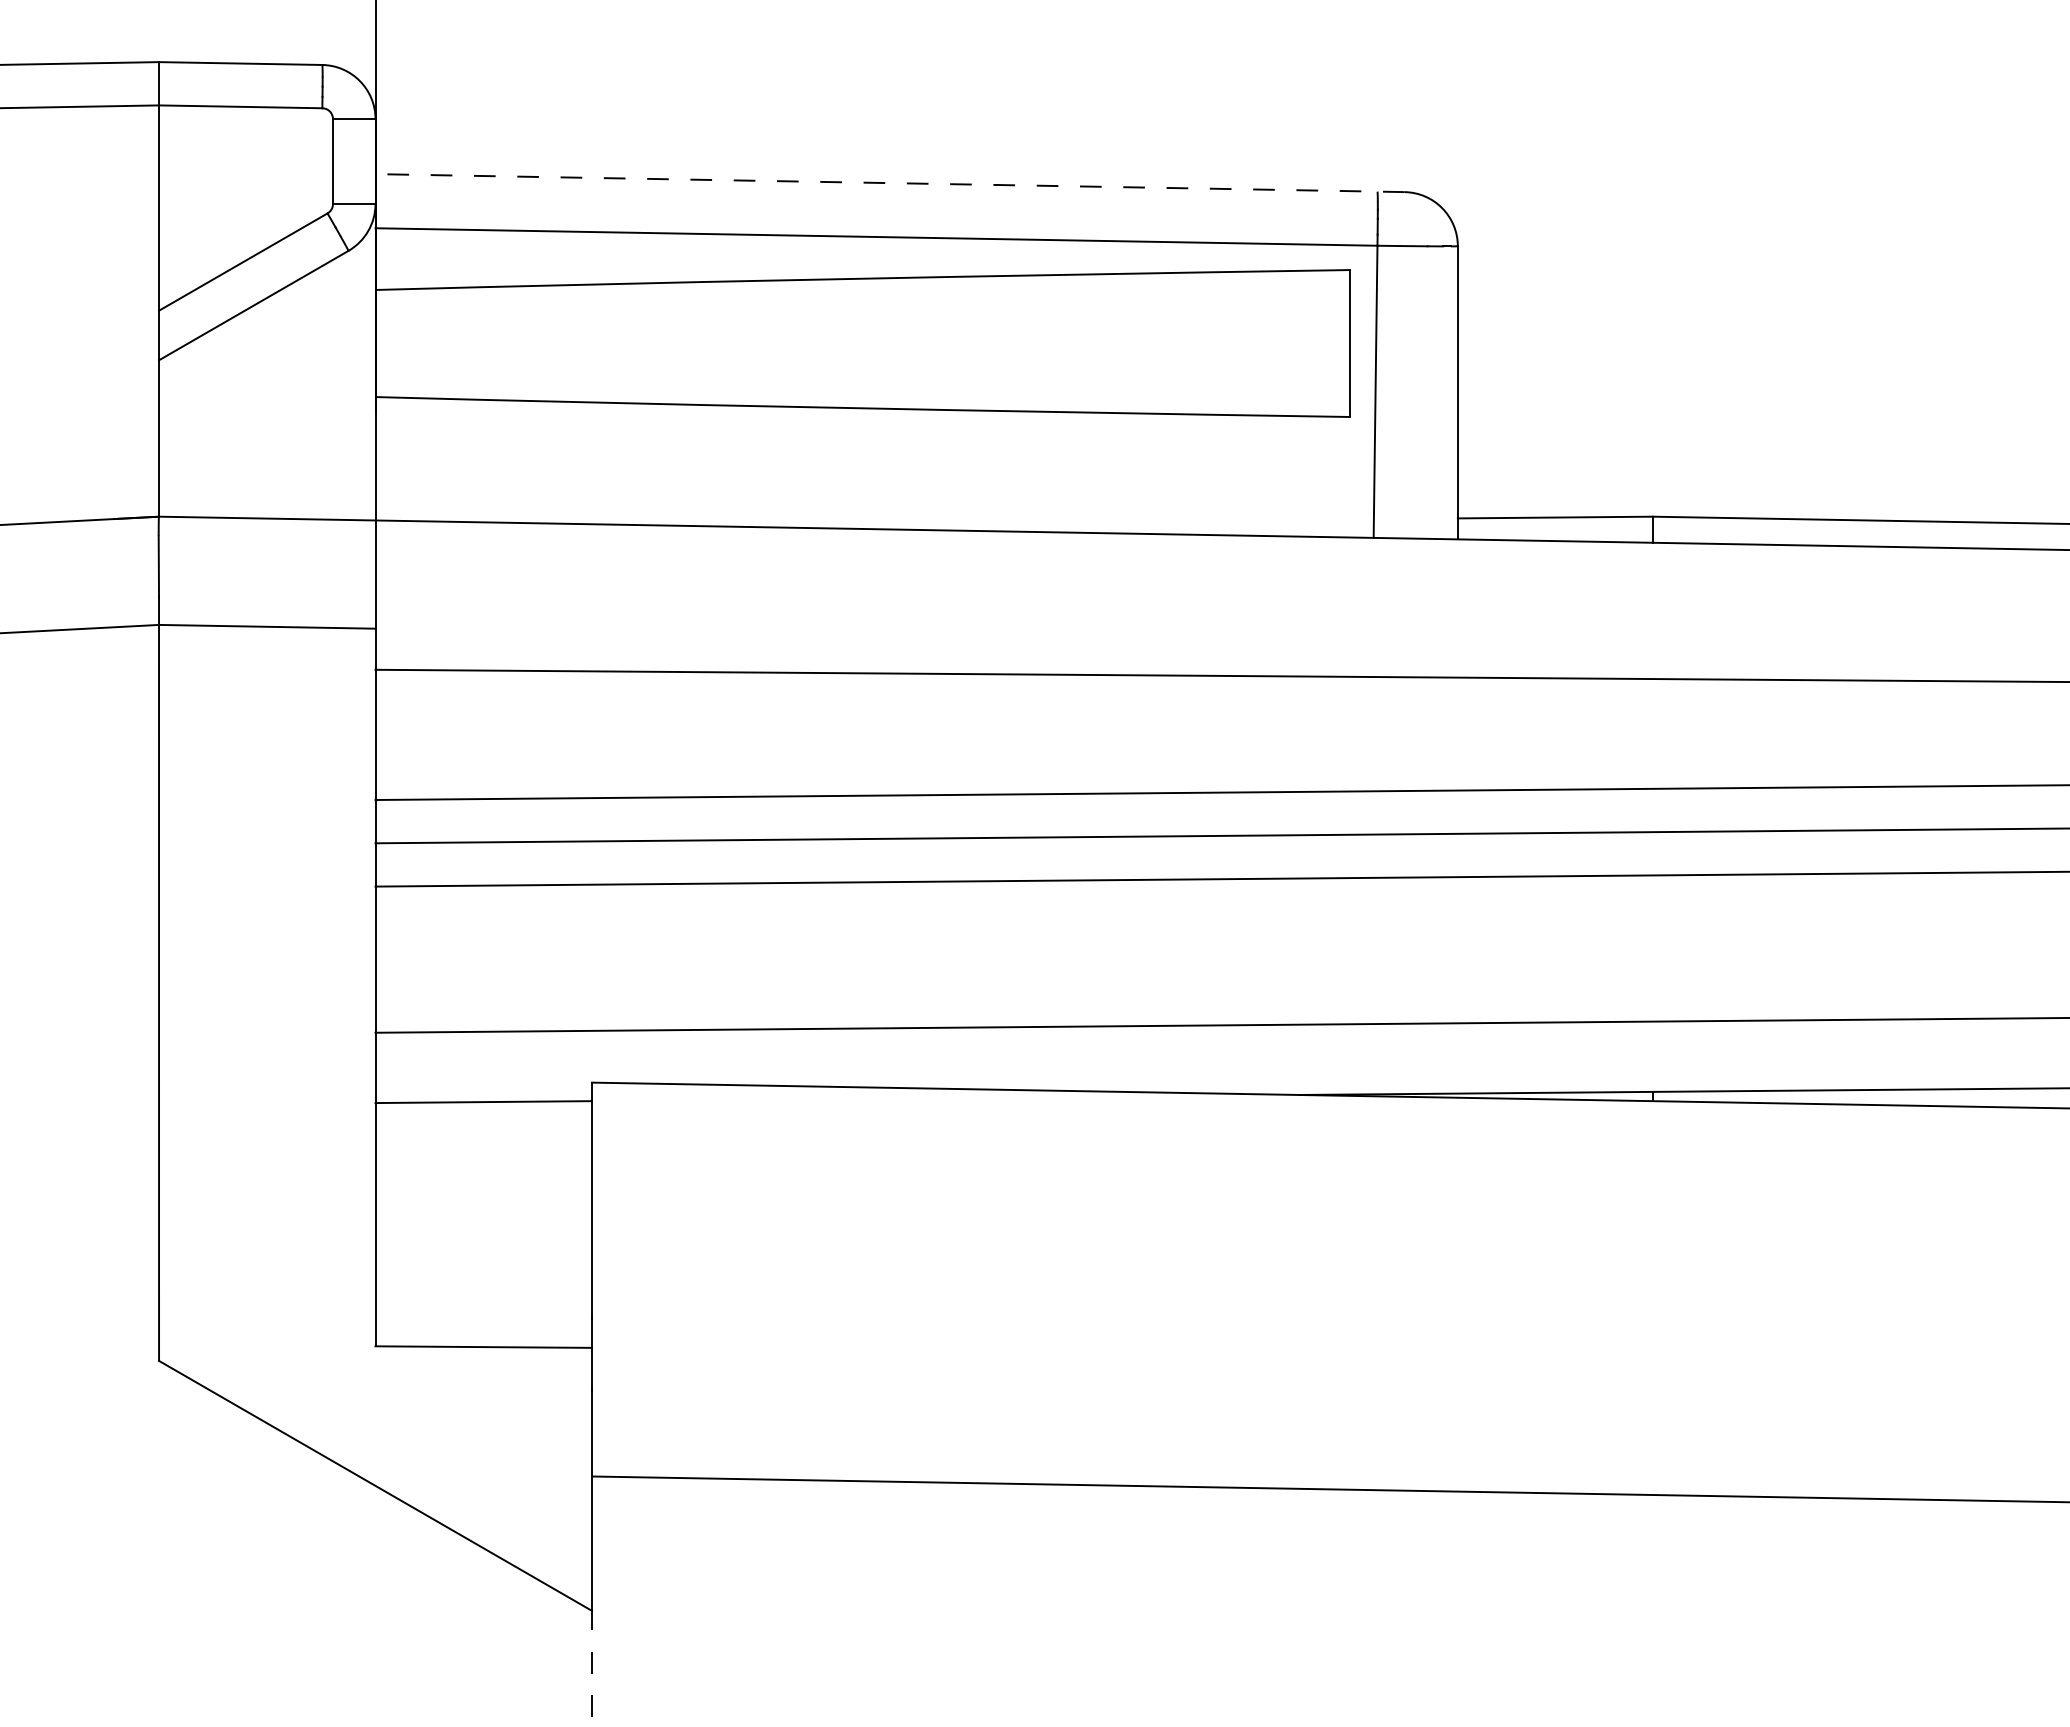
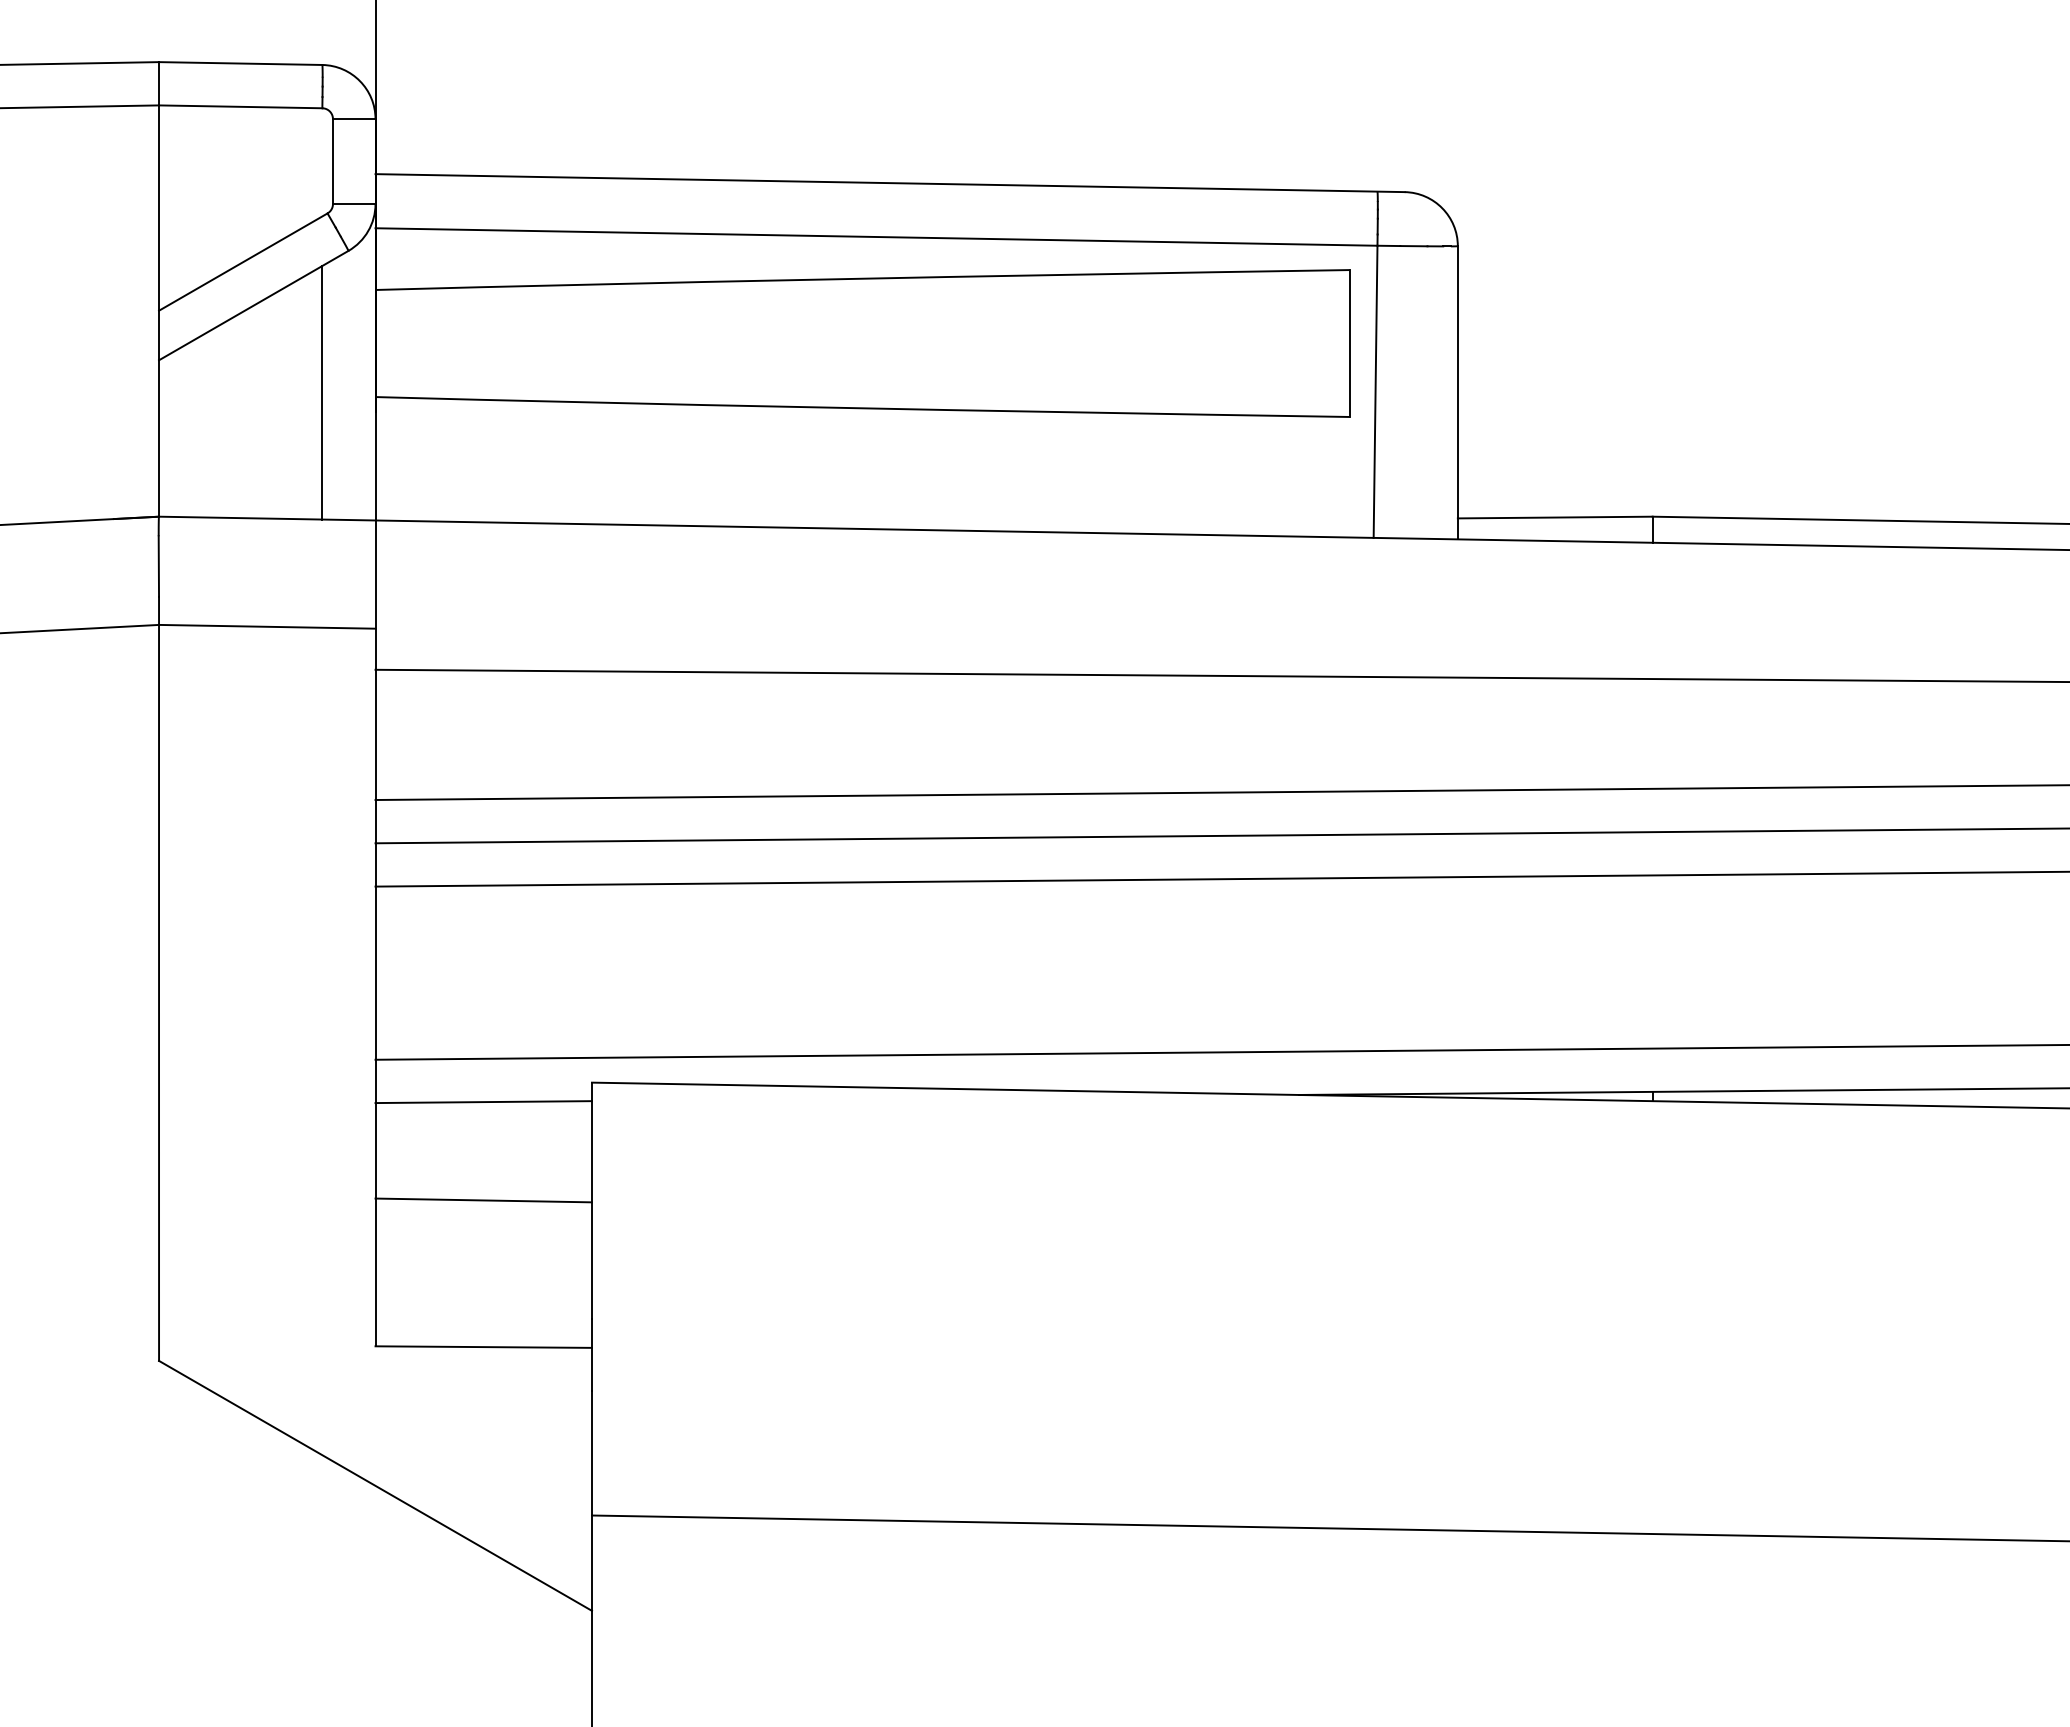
line at (890, 183): dashed -> solid
line at (322, 392): none -> present
line at (1220, 1025) position: (1220, 1025) -> (1220, 1052)
line at (483, 1200): none -> present
line at (1329, 1489) position: (1329, 1489) -> (1328, 1528)
line at (591, 1668): dashed -> solid
